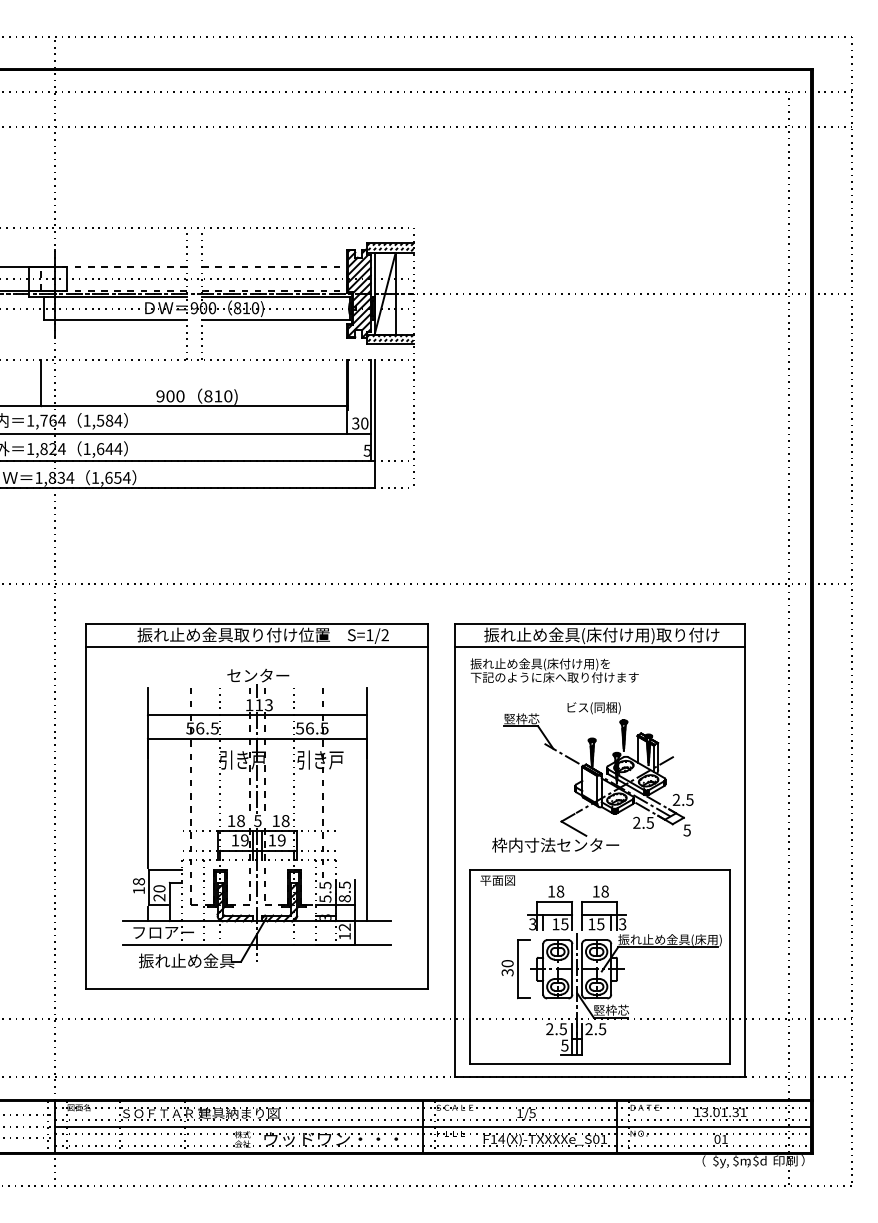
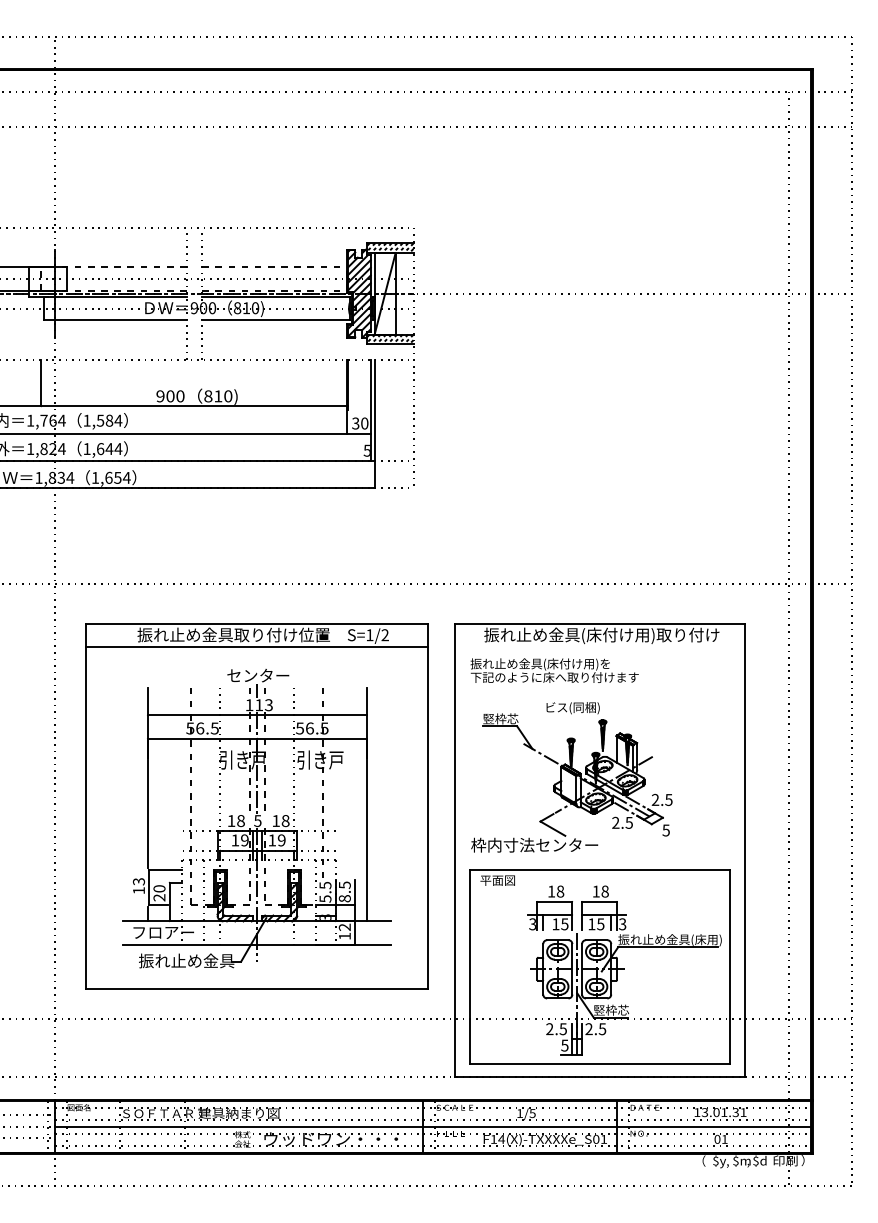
line at (599, 647): present -> none
part at (592, 777) position: (592, 777) -> (571, 777)
text at (138, 881): 18 -> 13
part at (515, 969): present -> none
